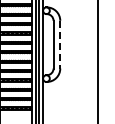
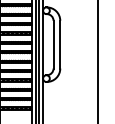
line at (60, 44): dashed -> solid
